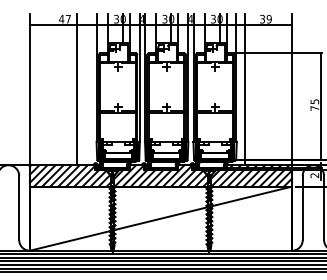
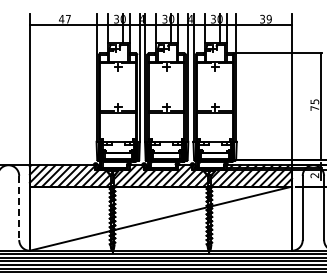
line at (76, 89): present -> none
line at (245, 89): present -> none
line at (19, 208): solid -> dashed
